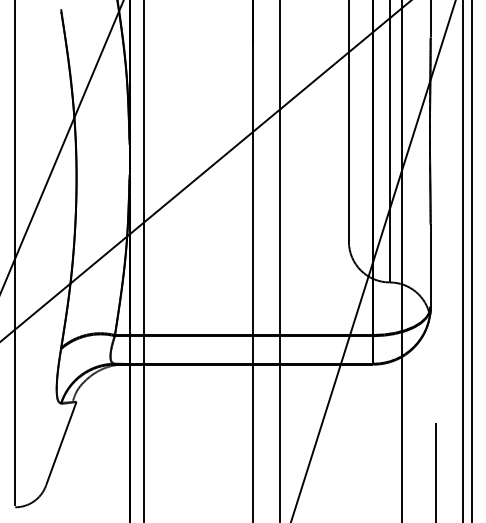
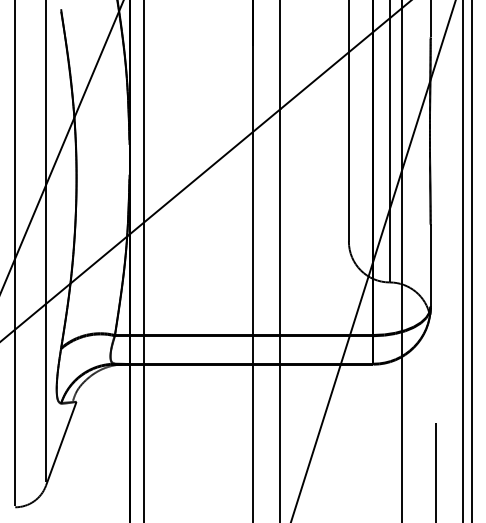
line at (46, 242): none -> present
